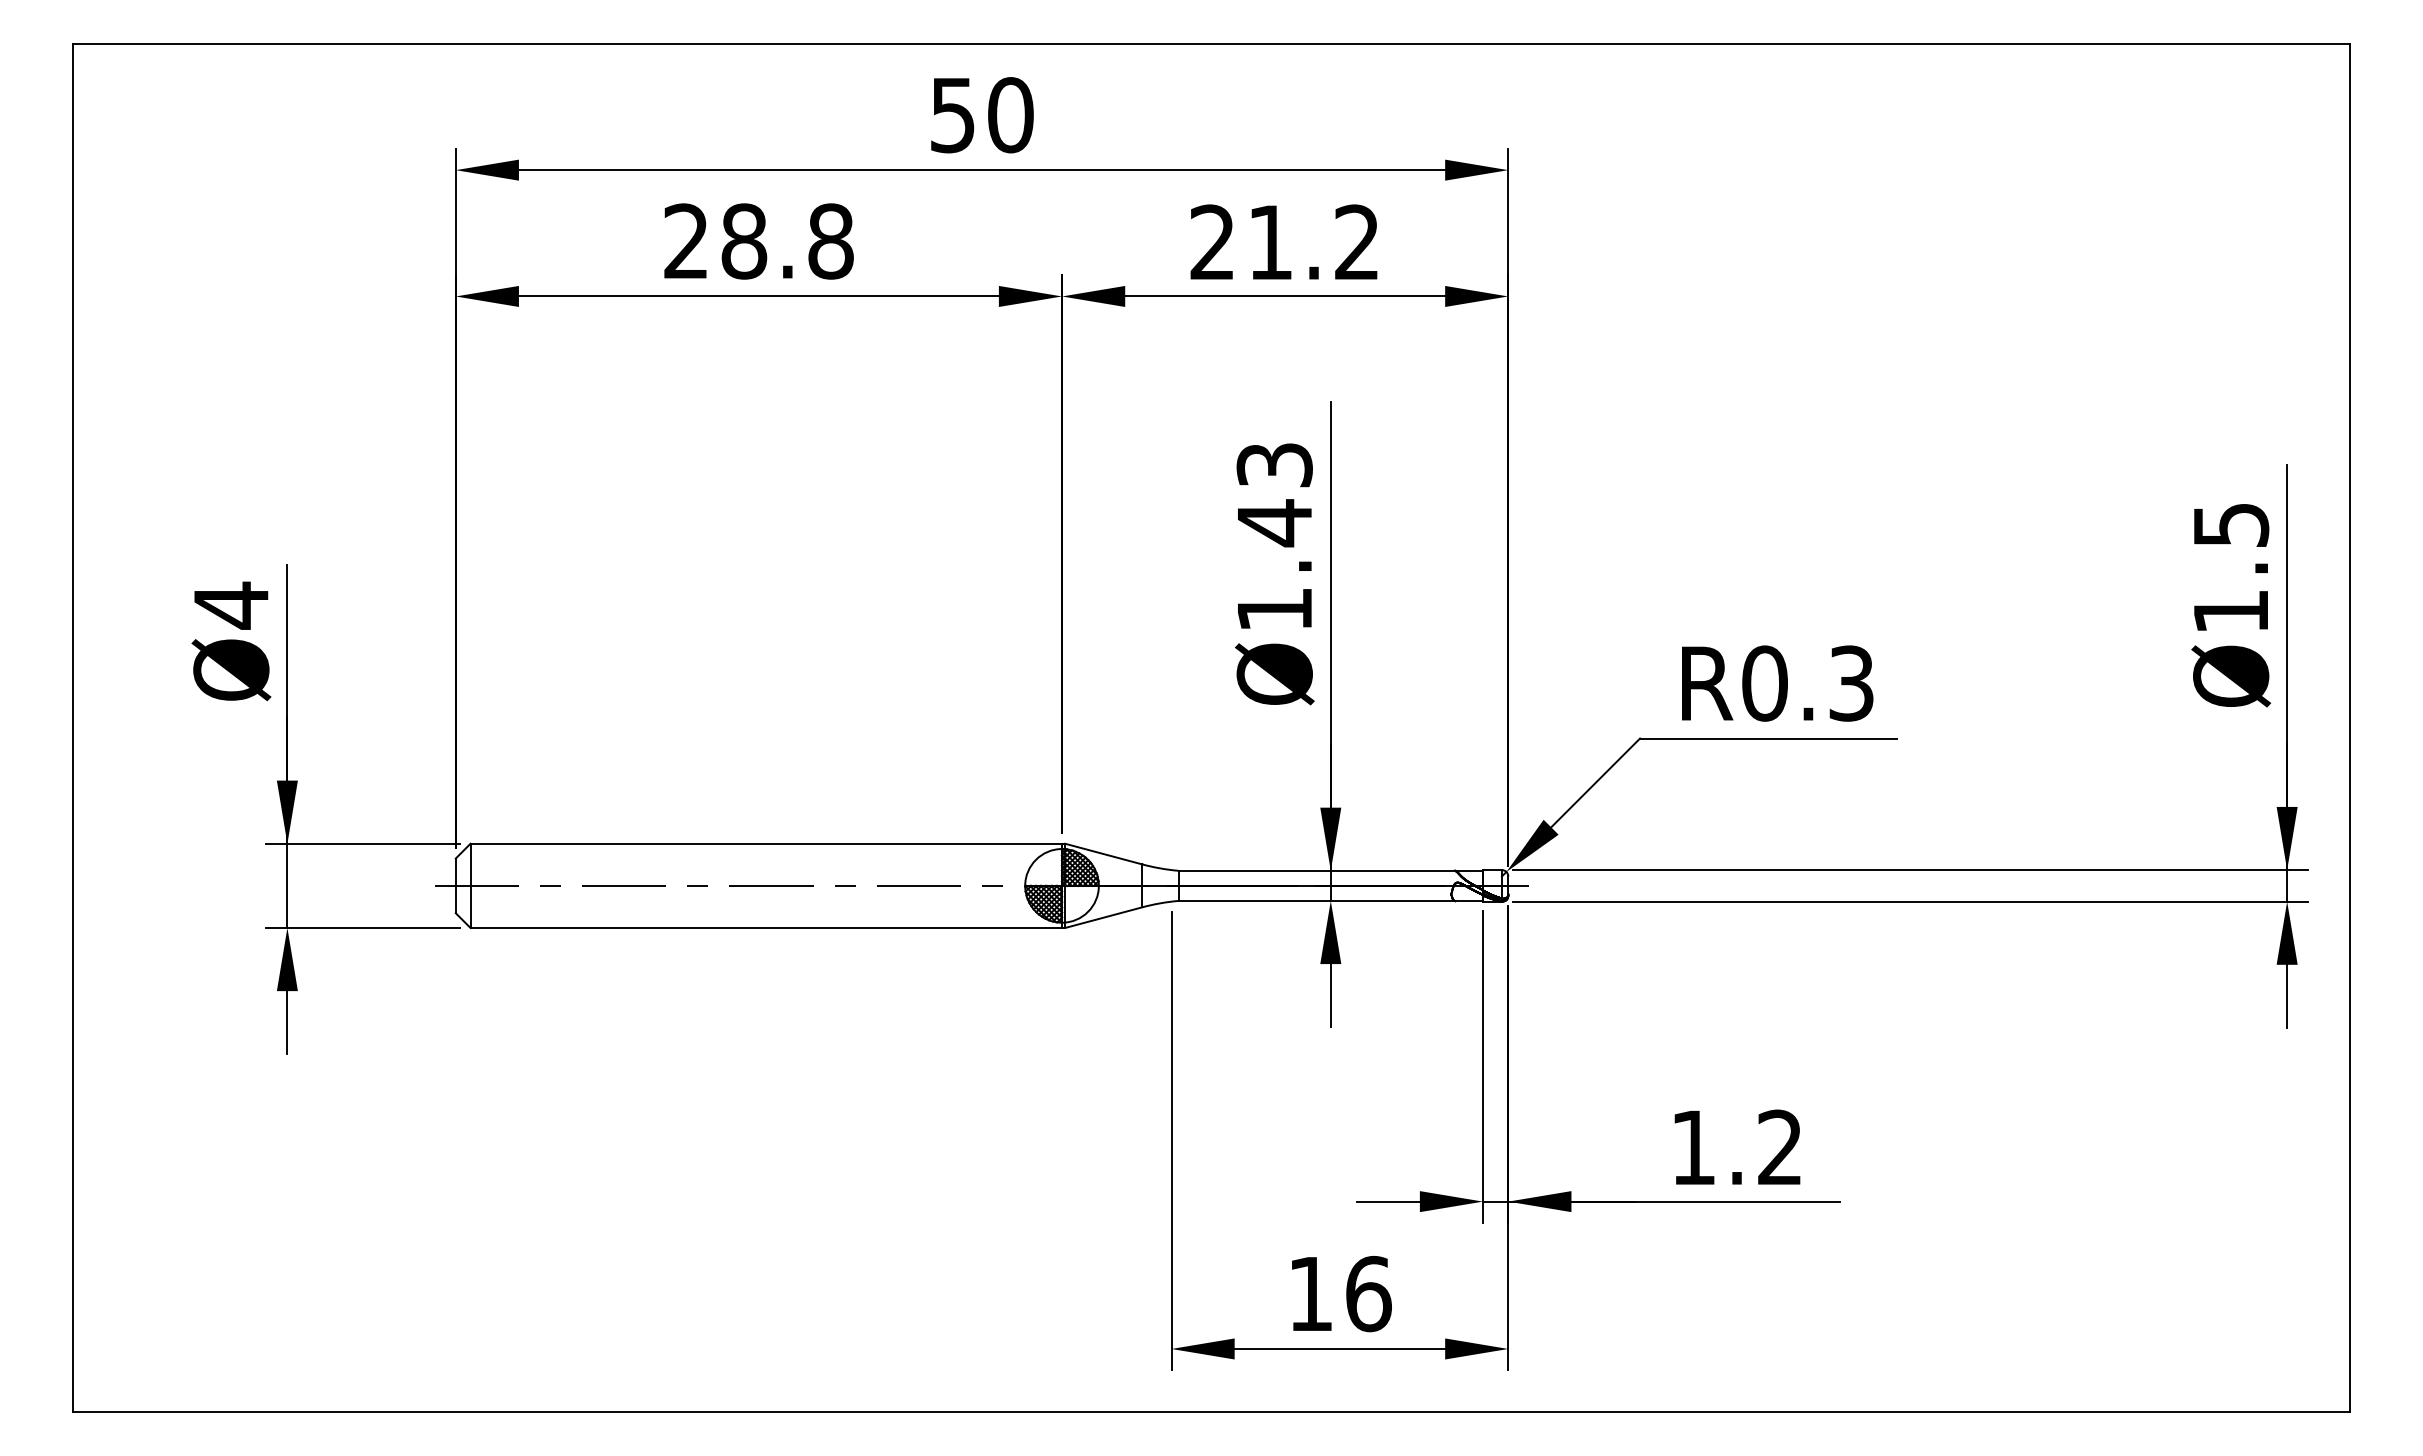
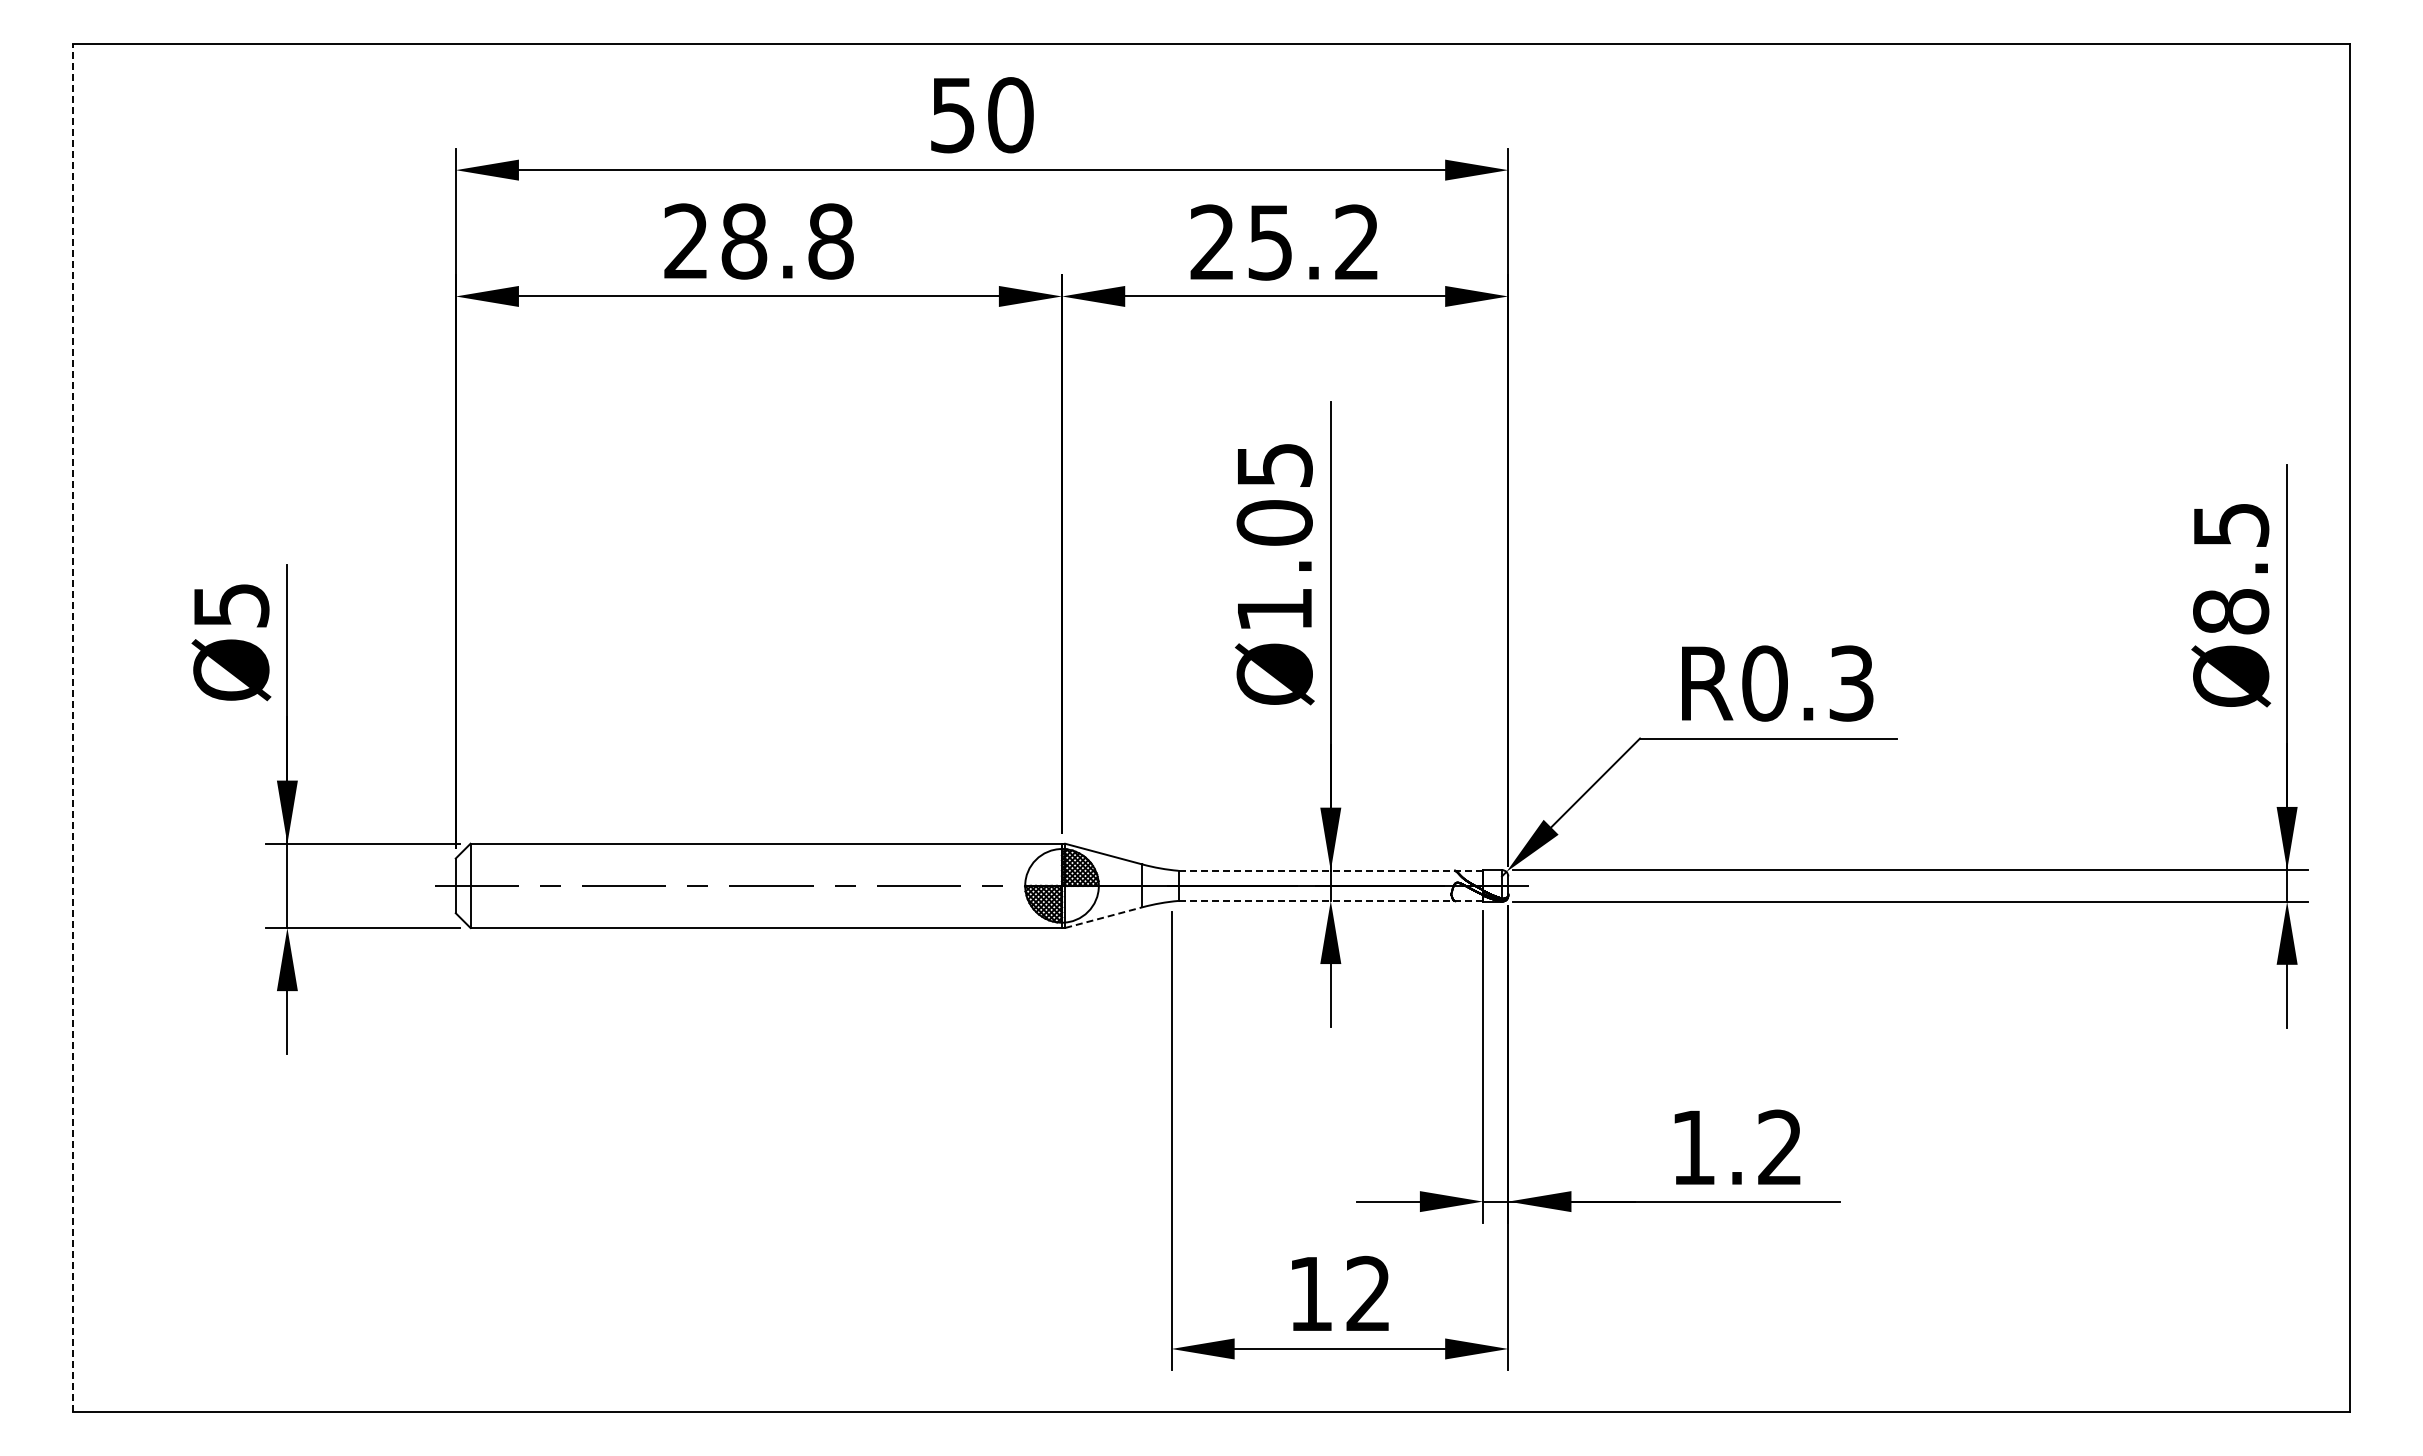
text at (1269, 242): 21.2 -> 25.2
text at (1274, 495): Ø1.43 -> Ø1.05
text at (231, 605): Ø4 -> Ø5
text at (2231, 611): Ø1.5 -> Ø8.5
line at (72, 727): solid -> dashed
line at (1330, 870): solid -> dashed
line at (1331, 900): solid -> dashed
line at (1103, 917): solid -> dashed
text at (1368, 1293): 16 -> 12
